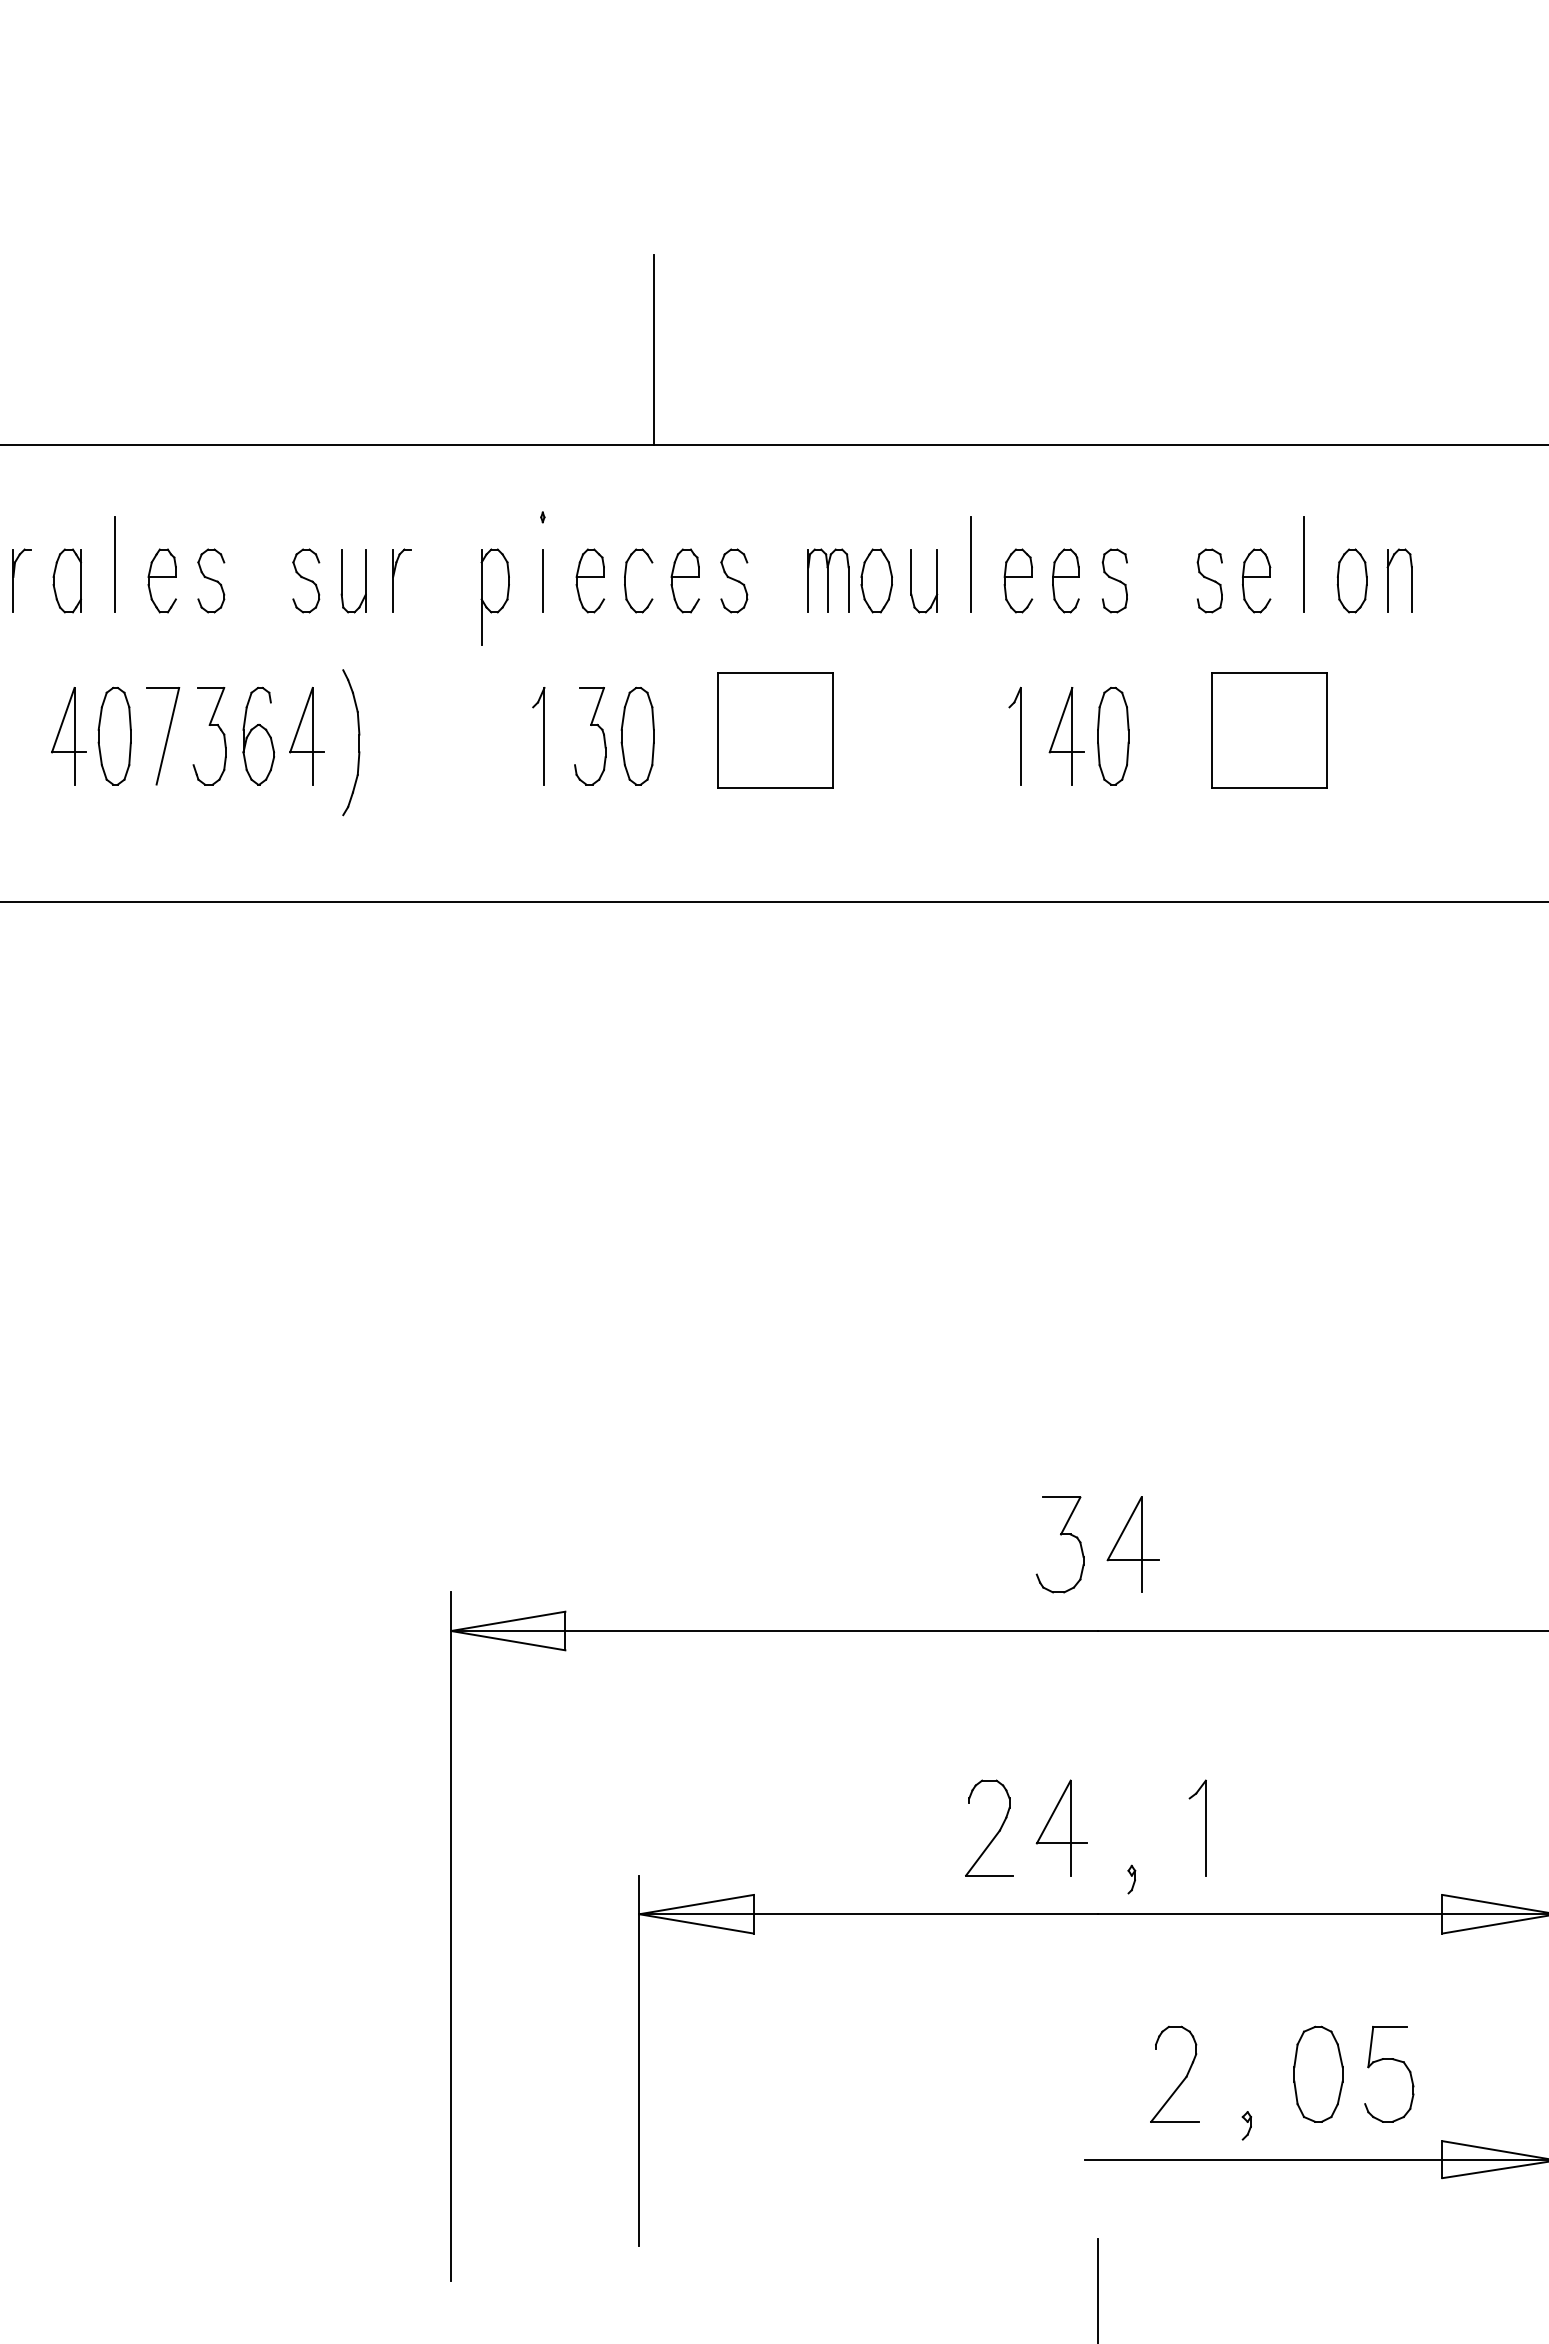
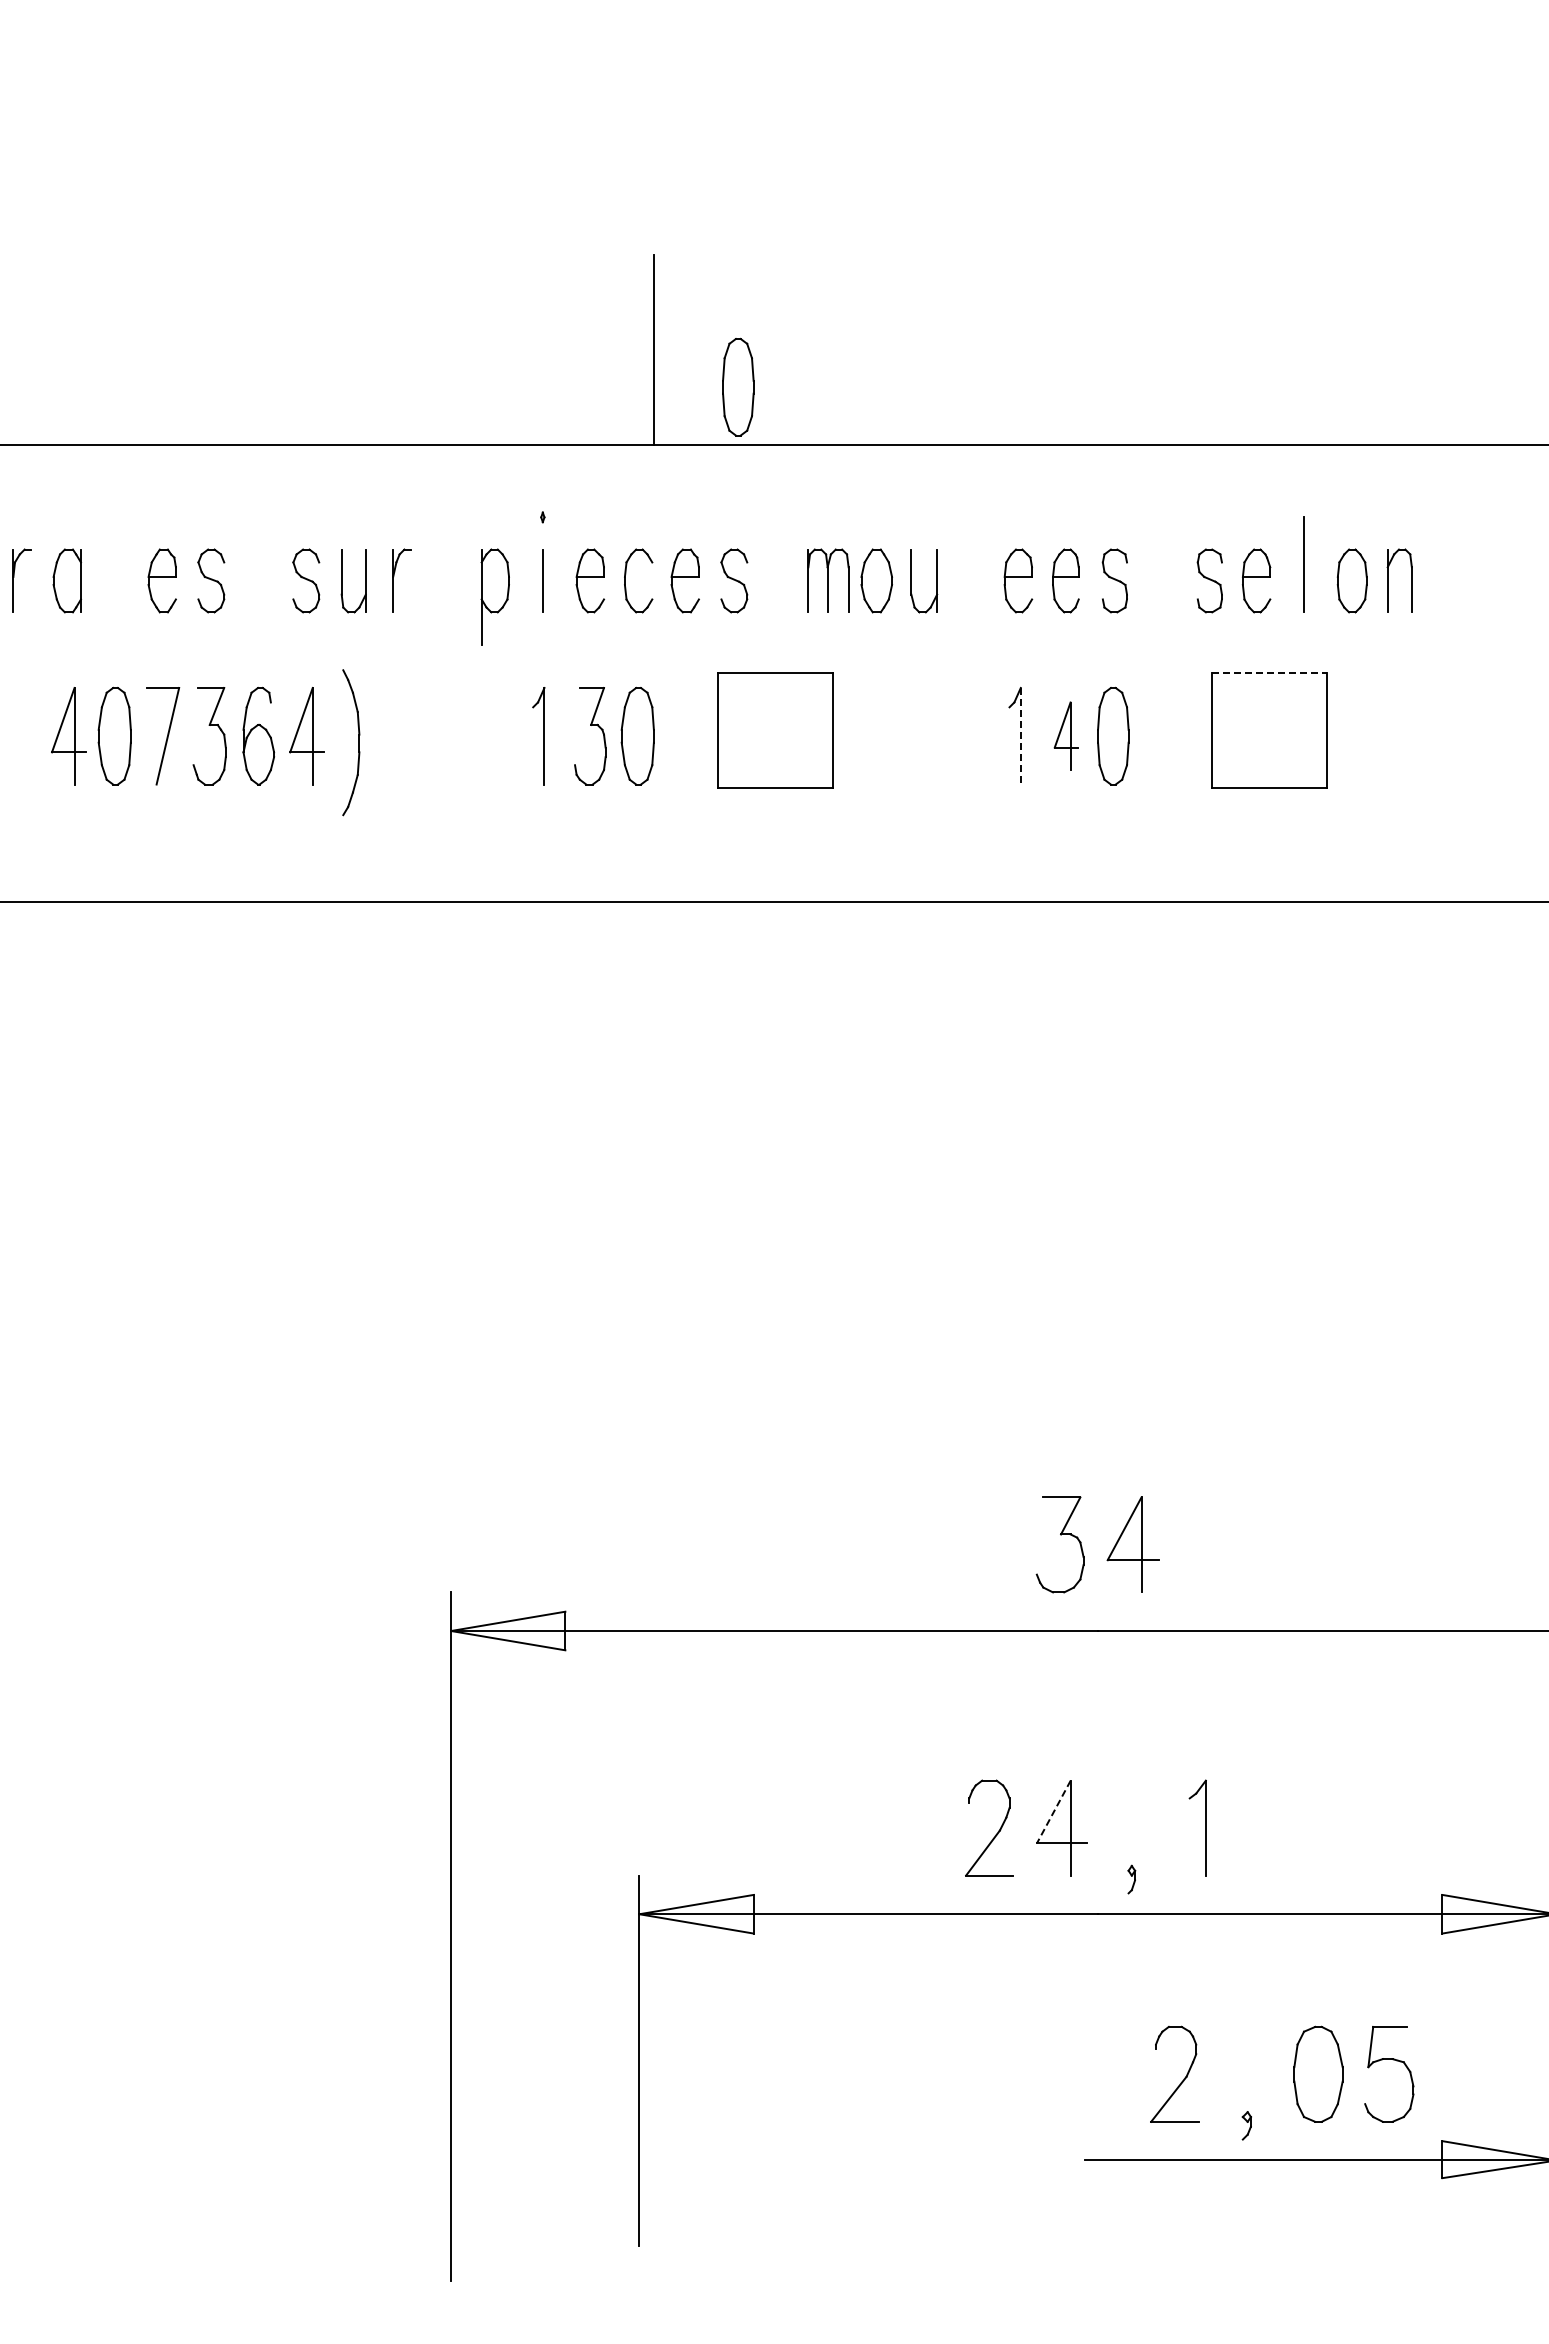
part at (738, 386): none -> present
line at (114, 564): present -> none
line at (970, 564): present -> none
line at (1269, 673): solid -> dashed
line at (1020, 736): solid -> dashed
part at (1066, 736) size: 37x99 px -> 26x70 px
line at (1053, 1812): solid -> dashed
line at (1098, 2289): present -> none
